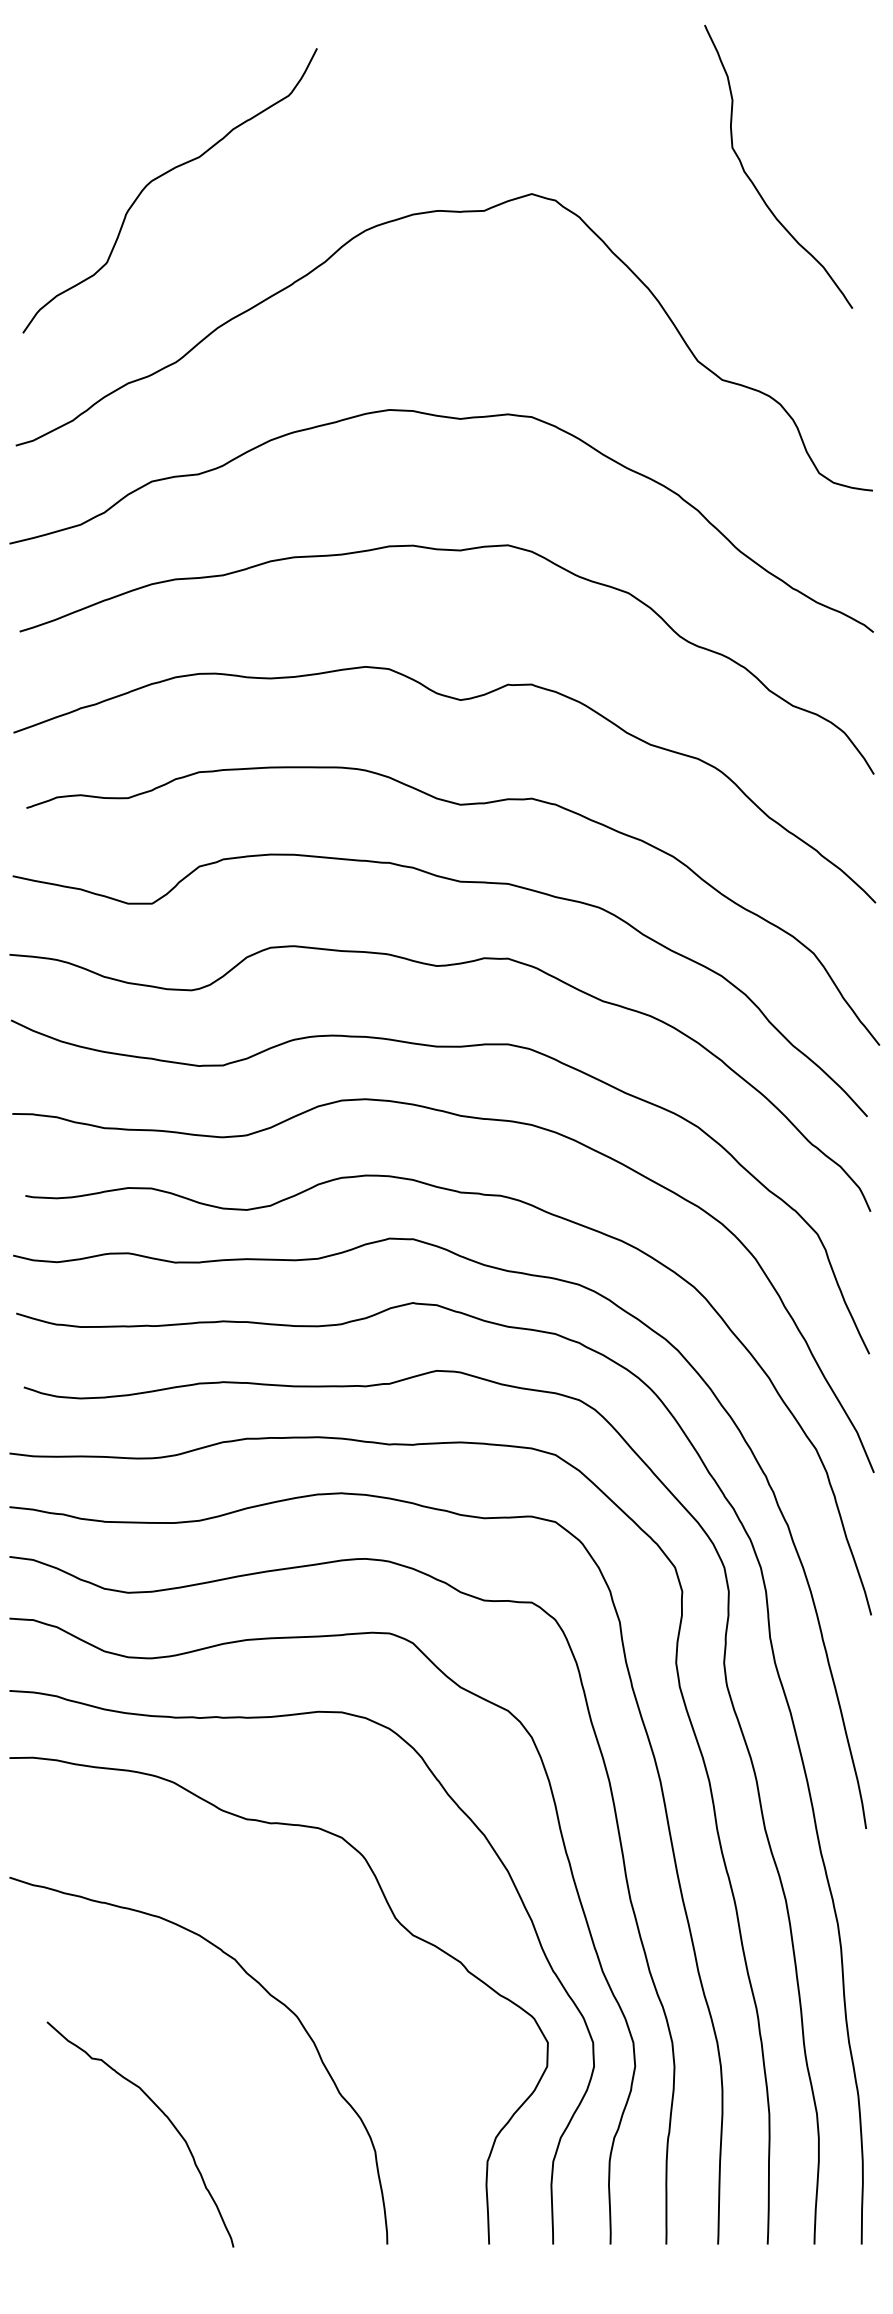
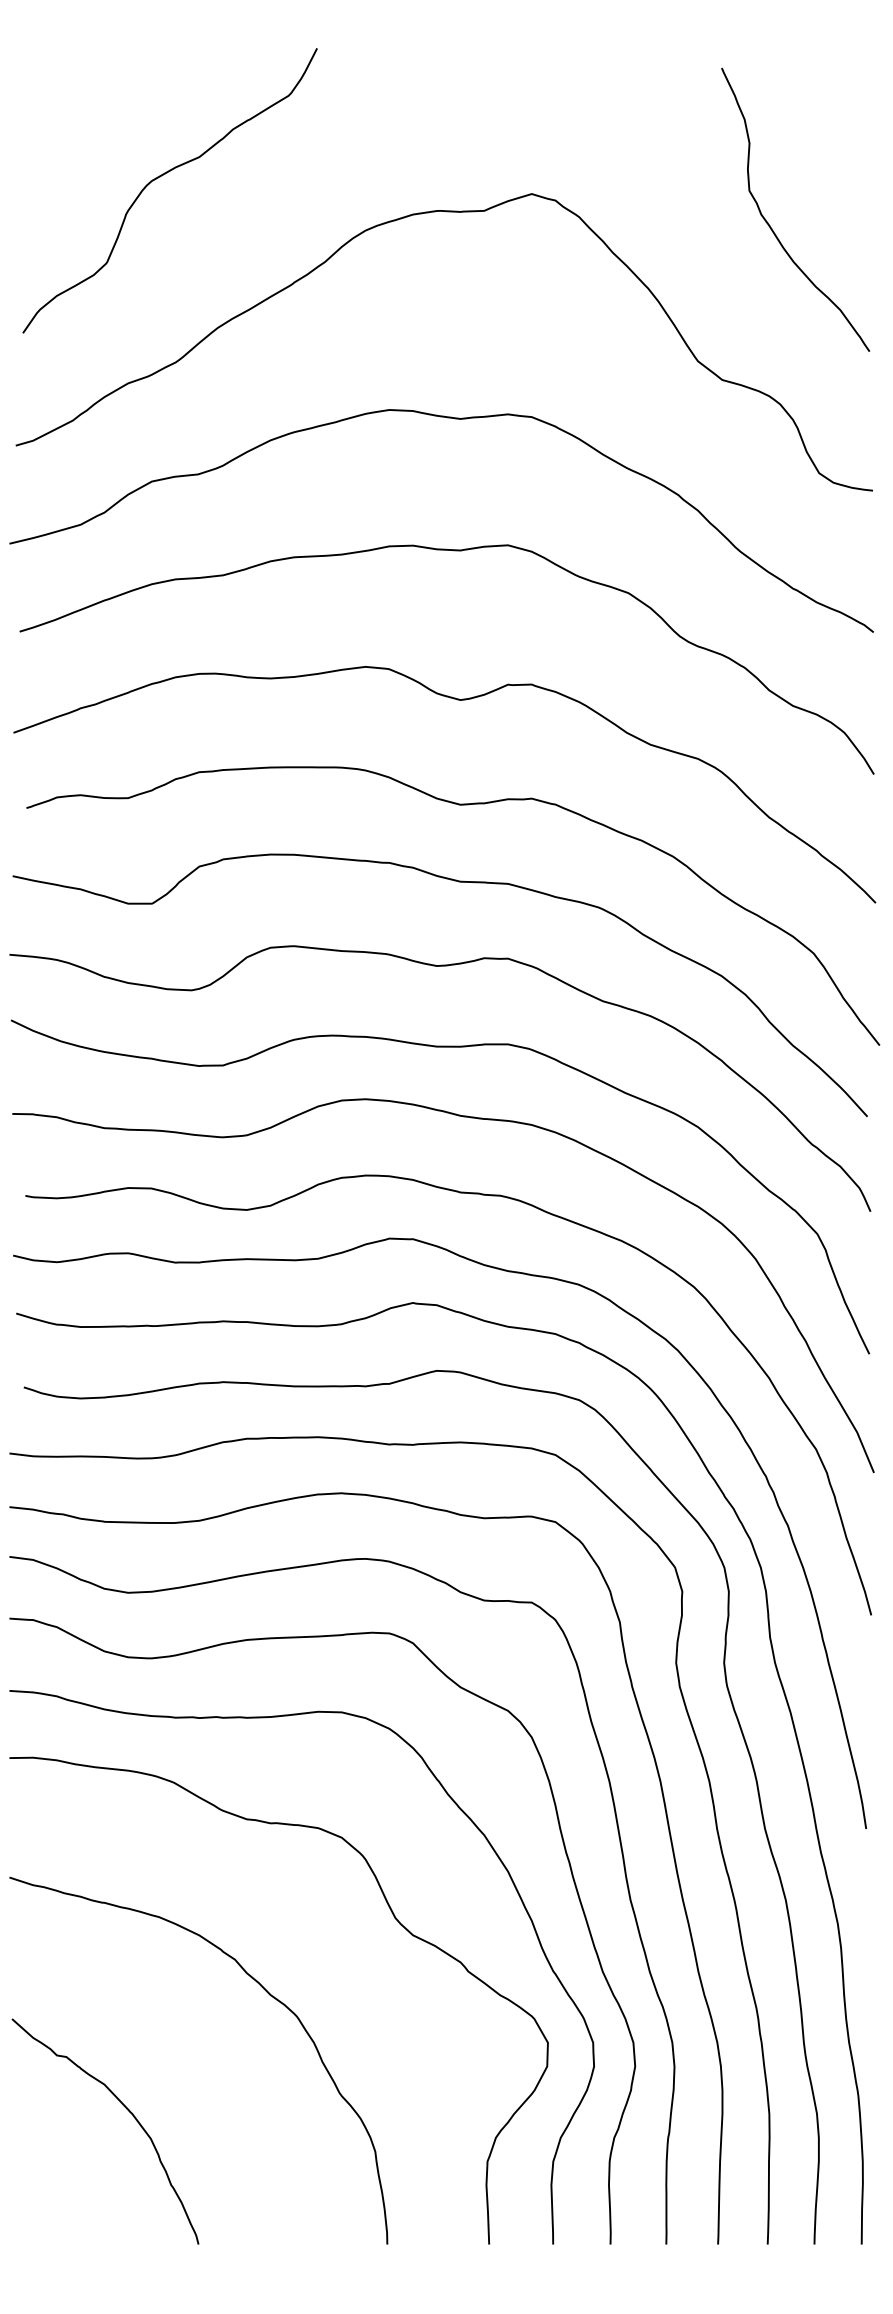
curve at (753, 182) position: (753, 182) -> (770, 225)
curve at (161, 2112) position: (161, 2112) -> (126, 2109)
